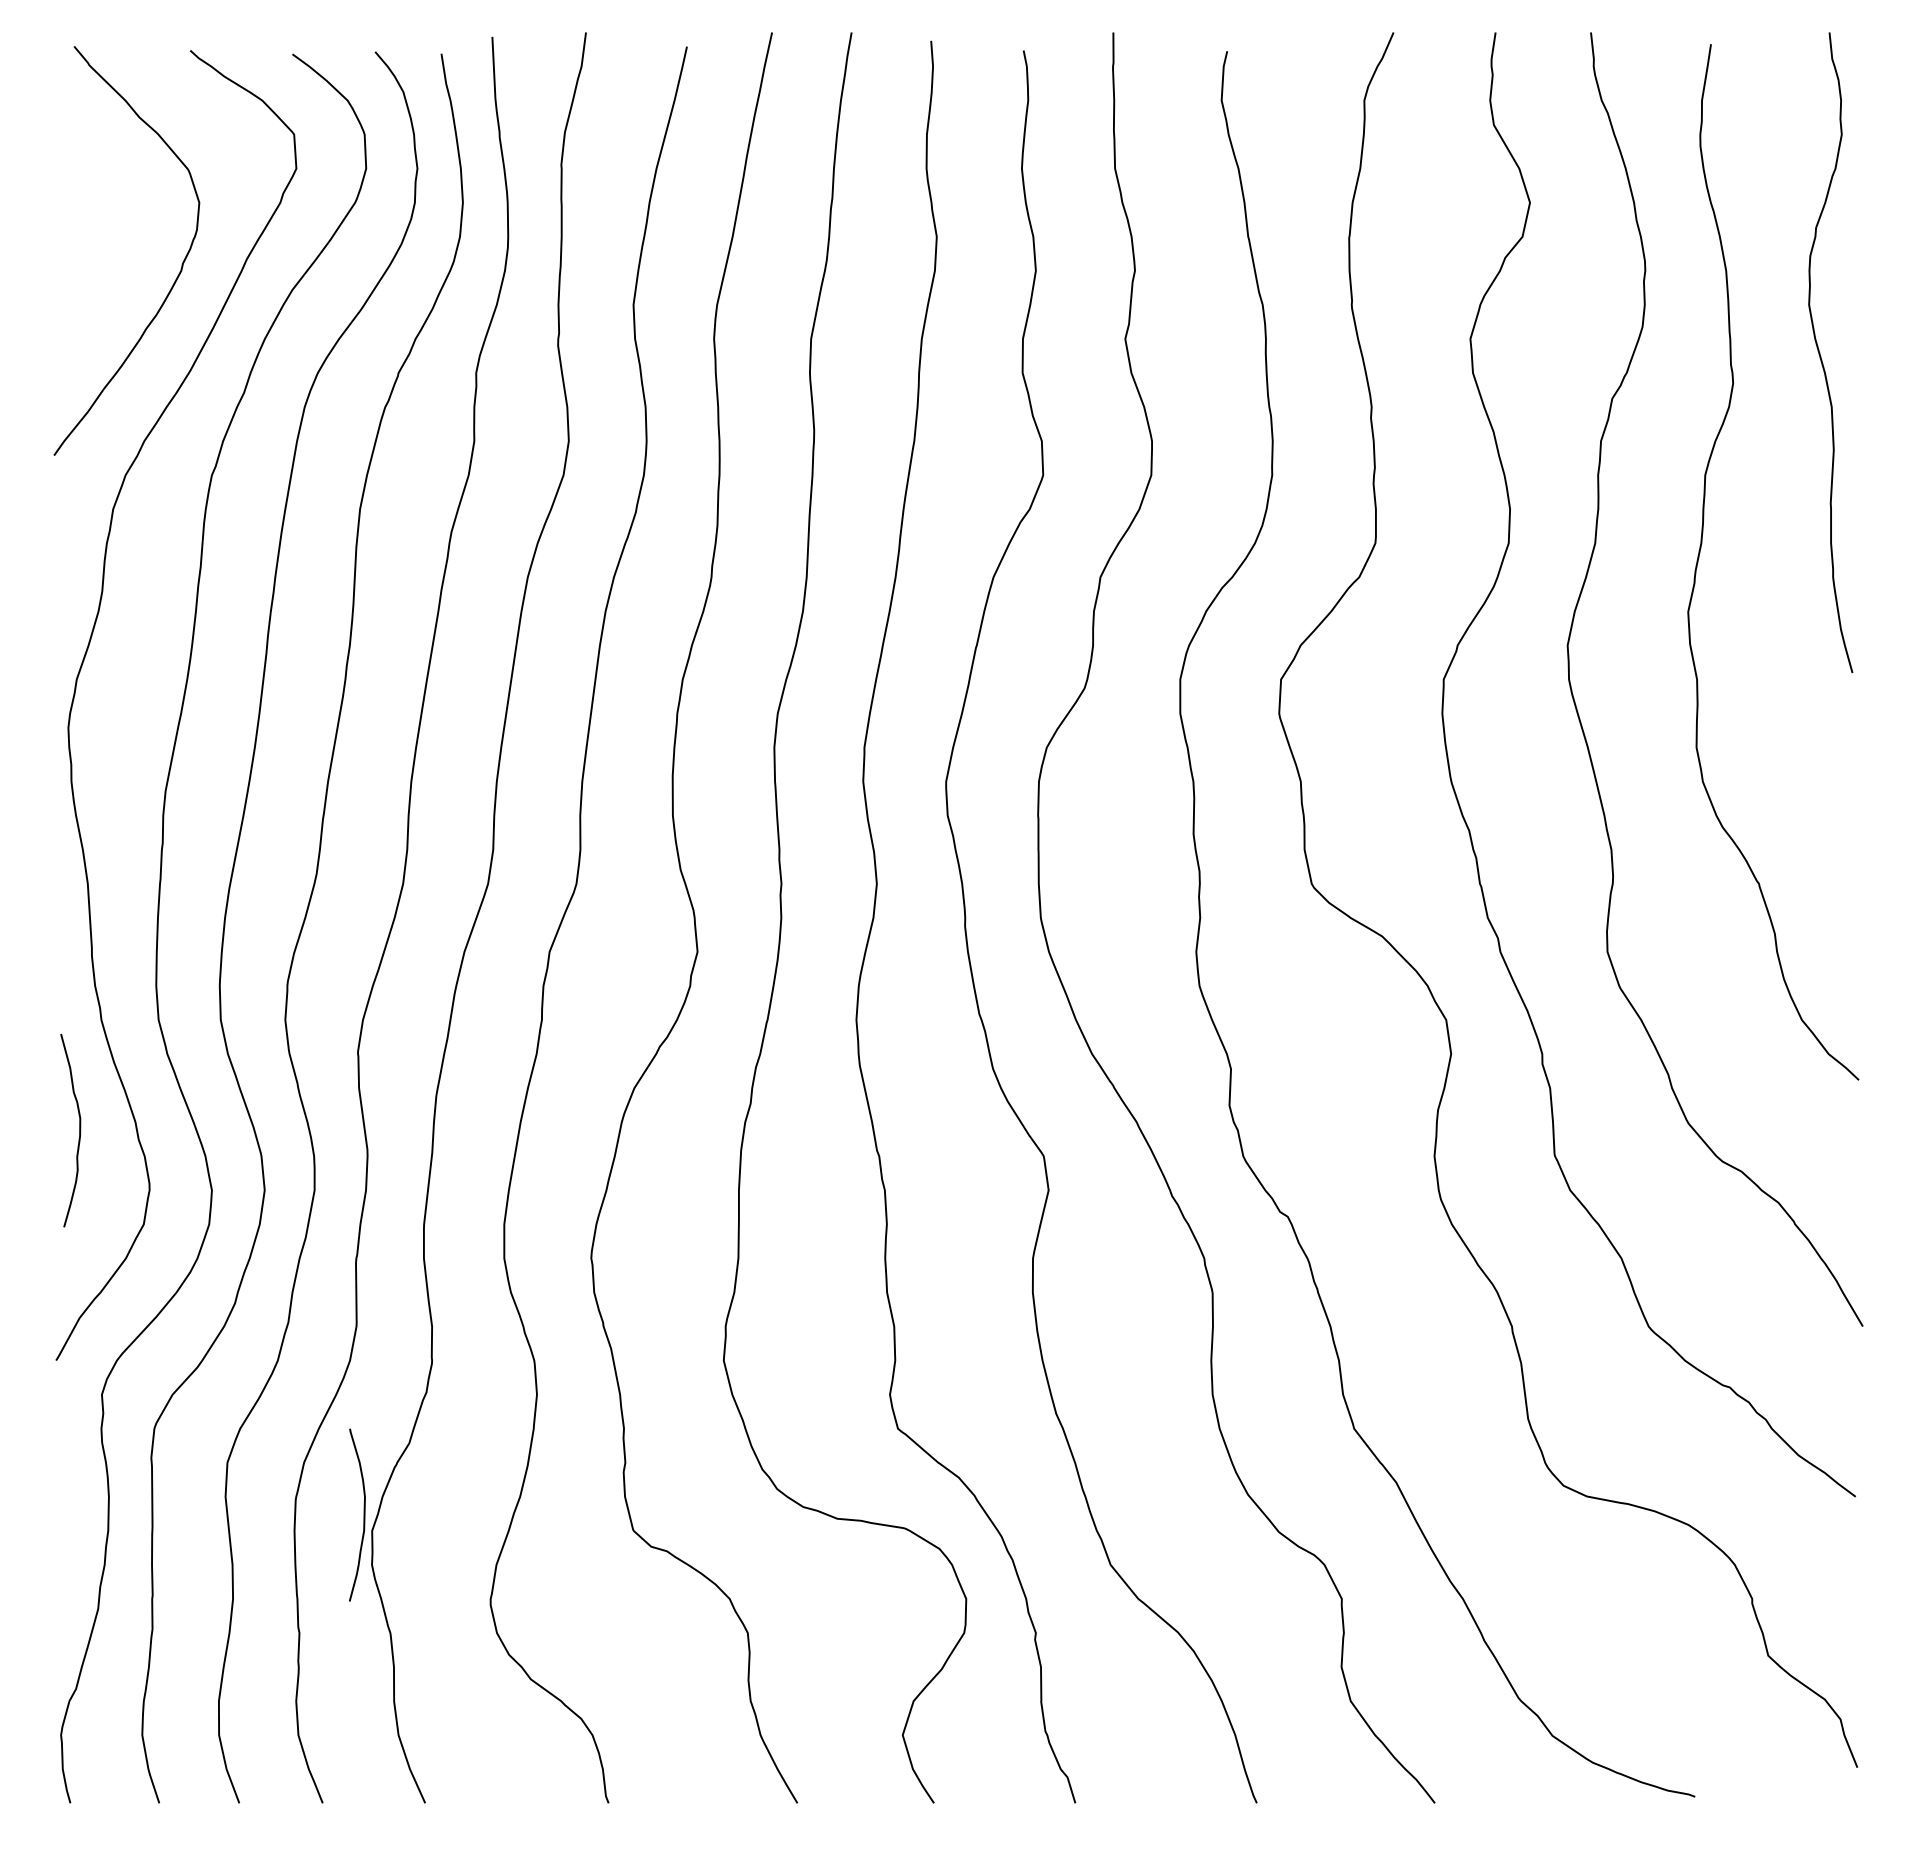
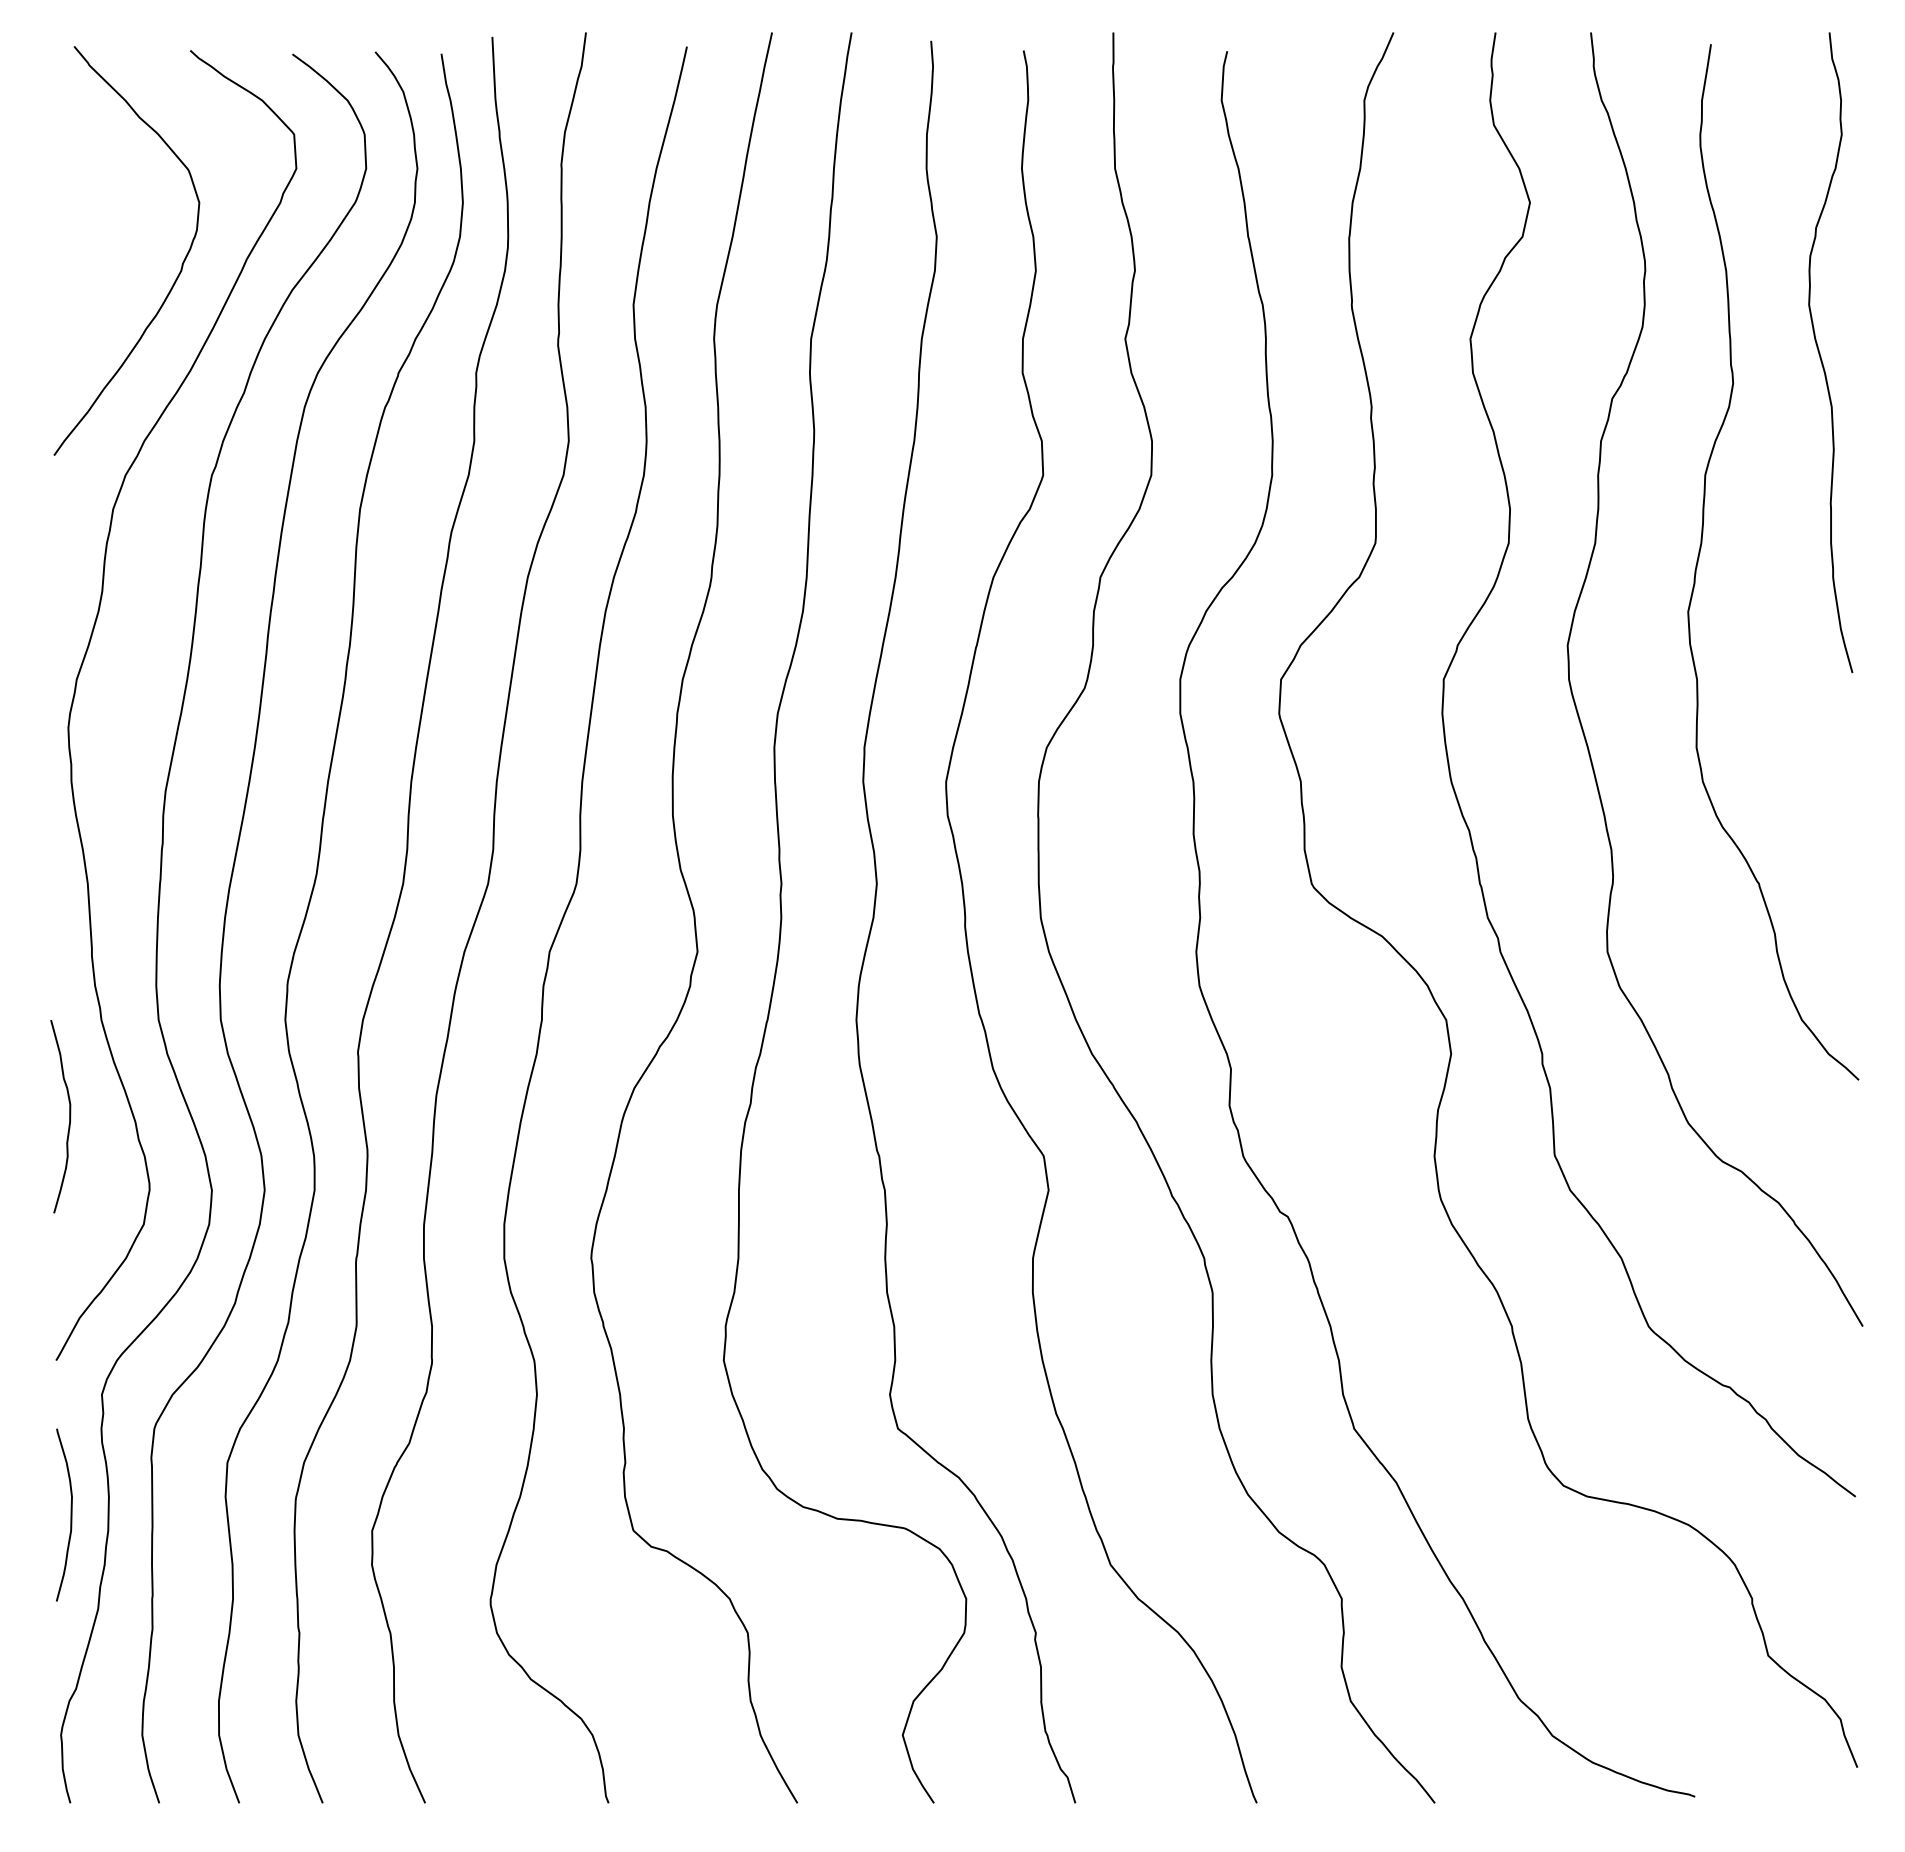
curve at (79, 1130) position: (79, 1130) -> (69, 1116)
curve at (363, 1514) position: (363, 1514) -> (70, 1514)
